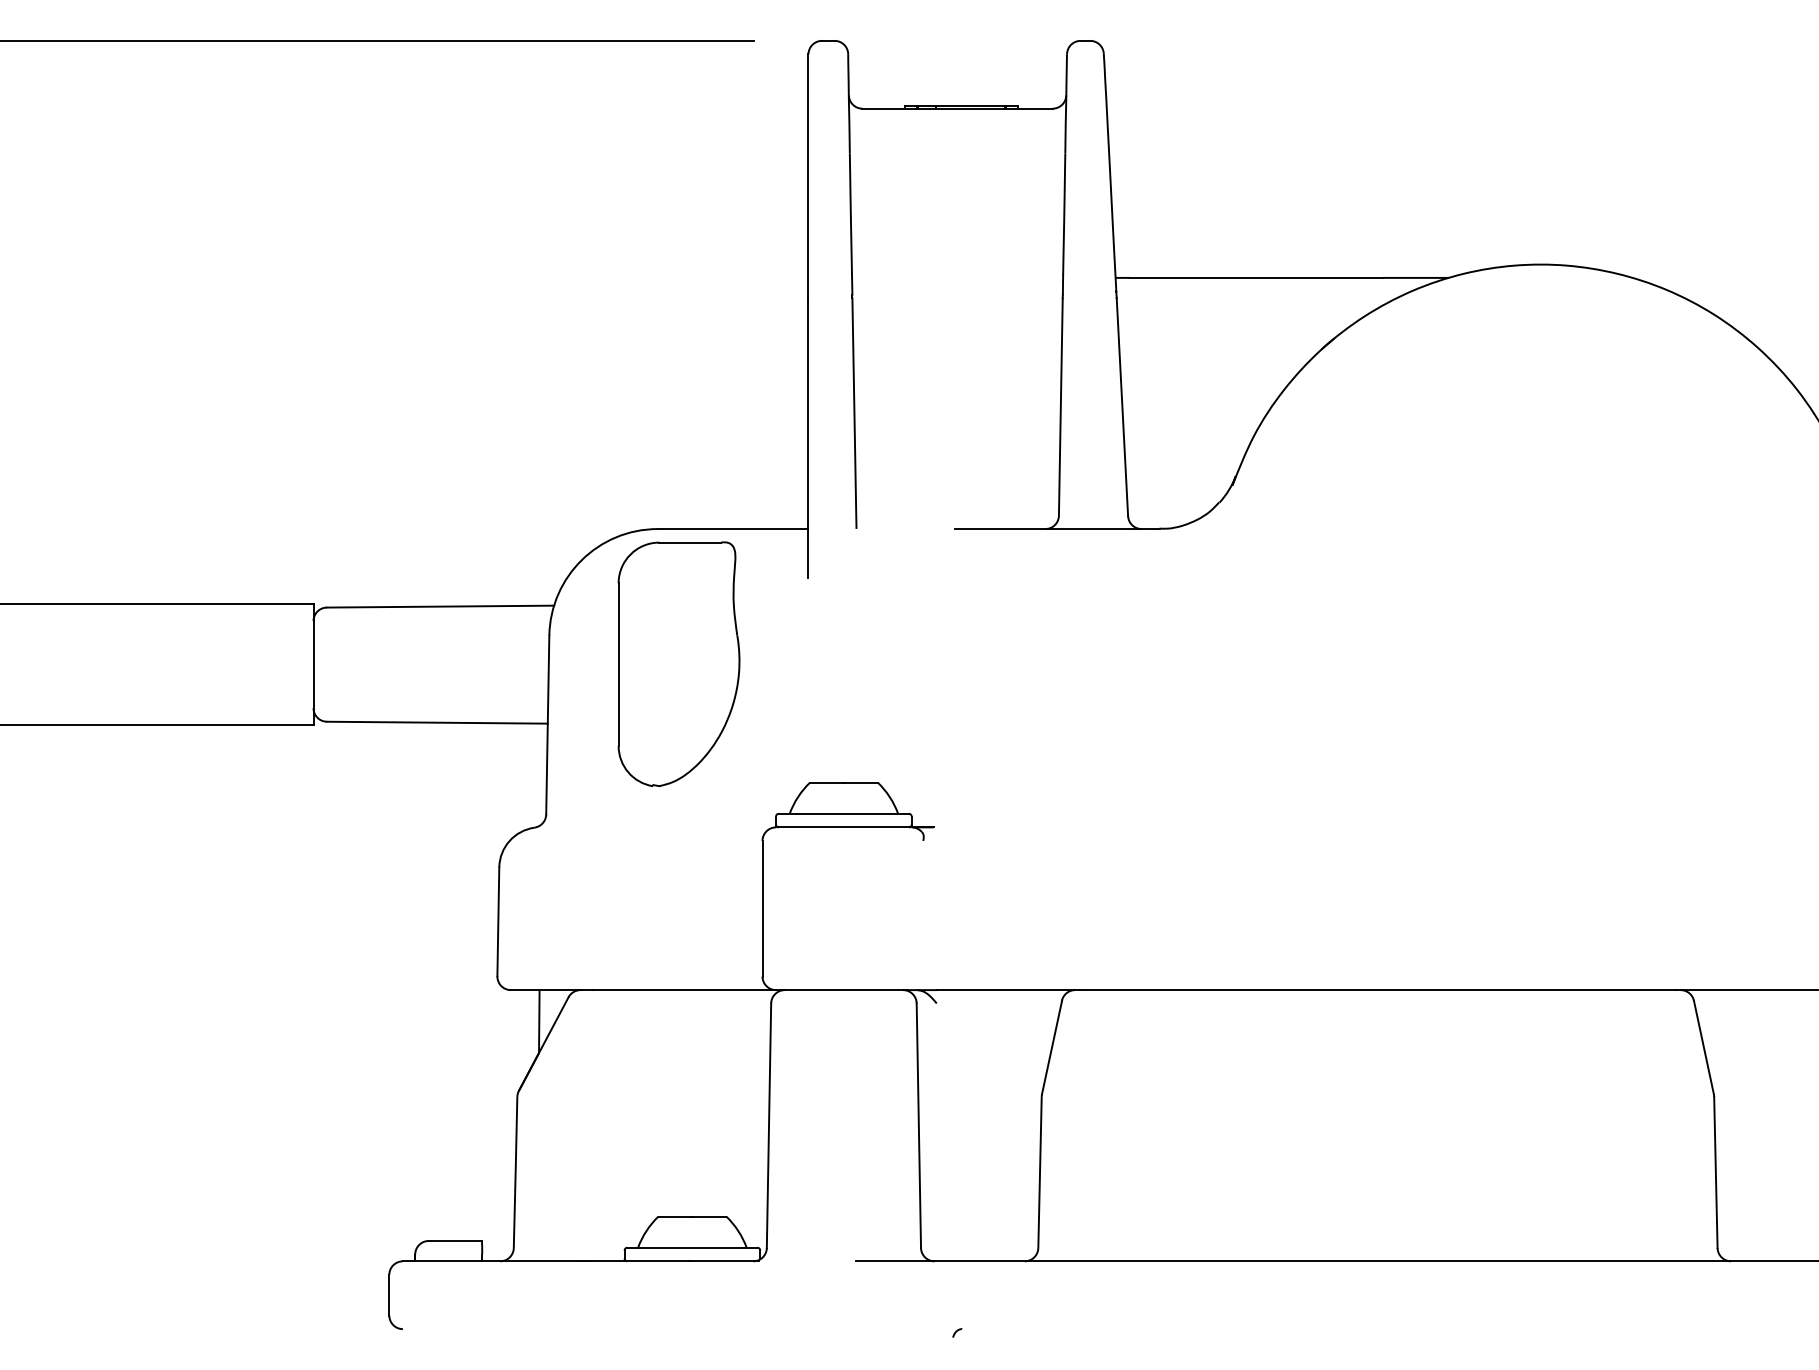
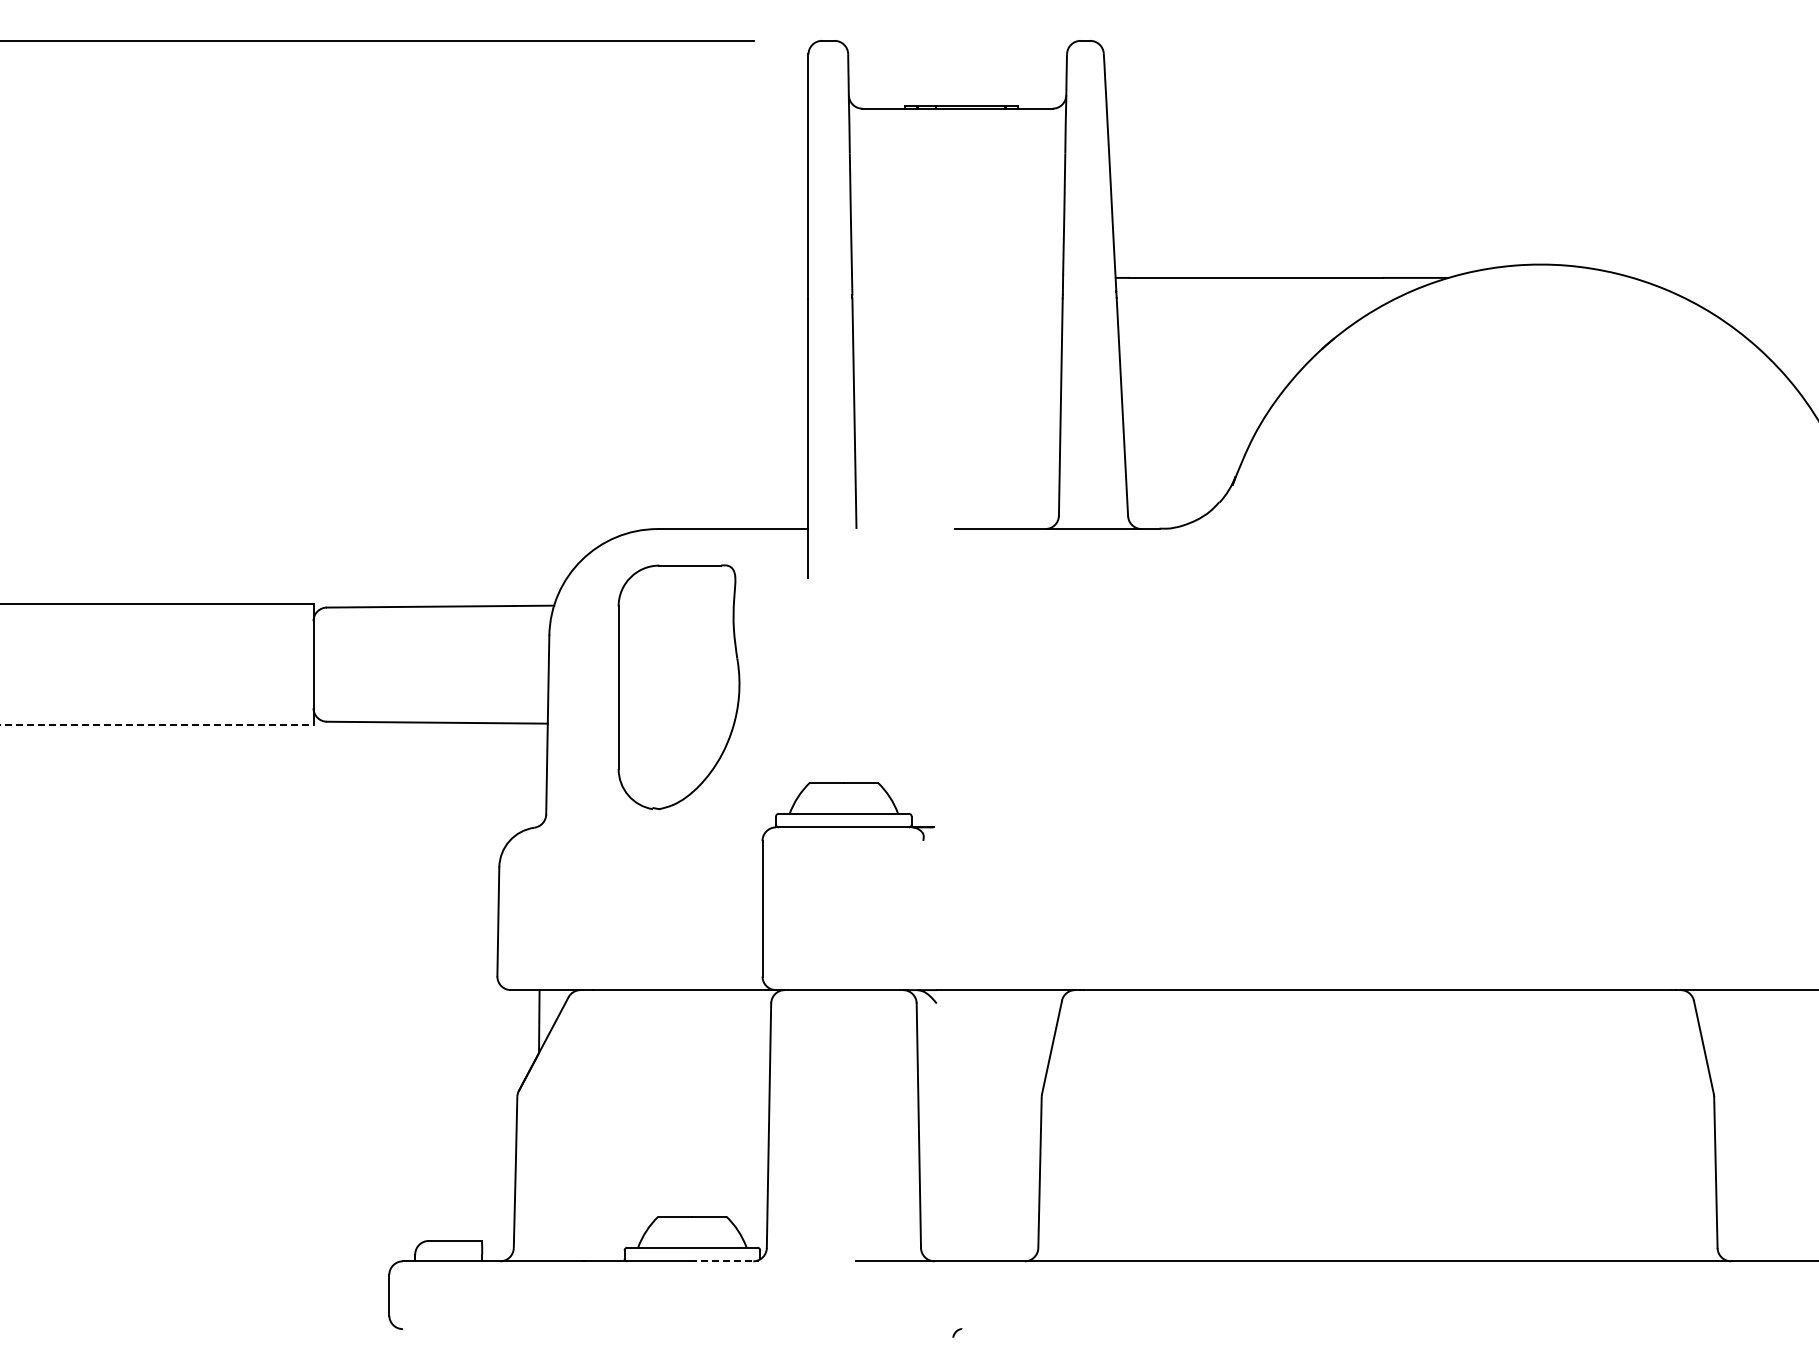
part at (678, 664) position: (678, 664) -> (678, 687)
line at (157, 725): solid -> dashed
line at (725, 1261): solid -> dashed
